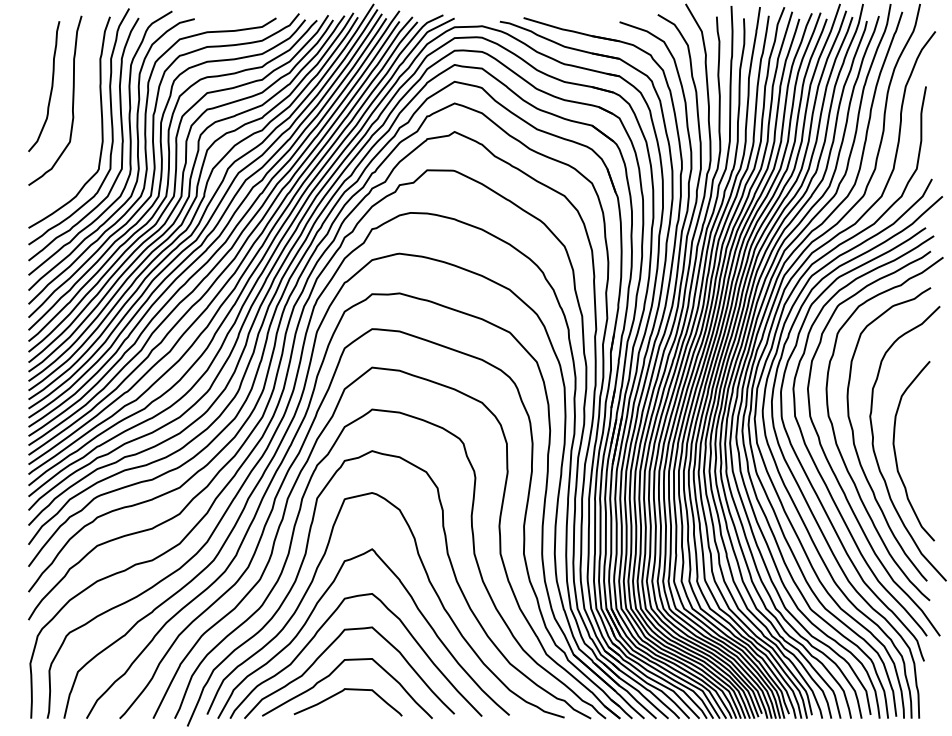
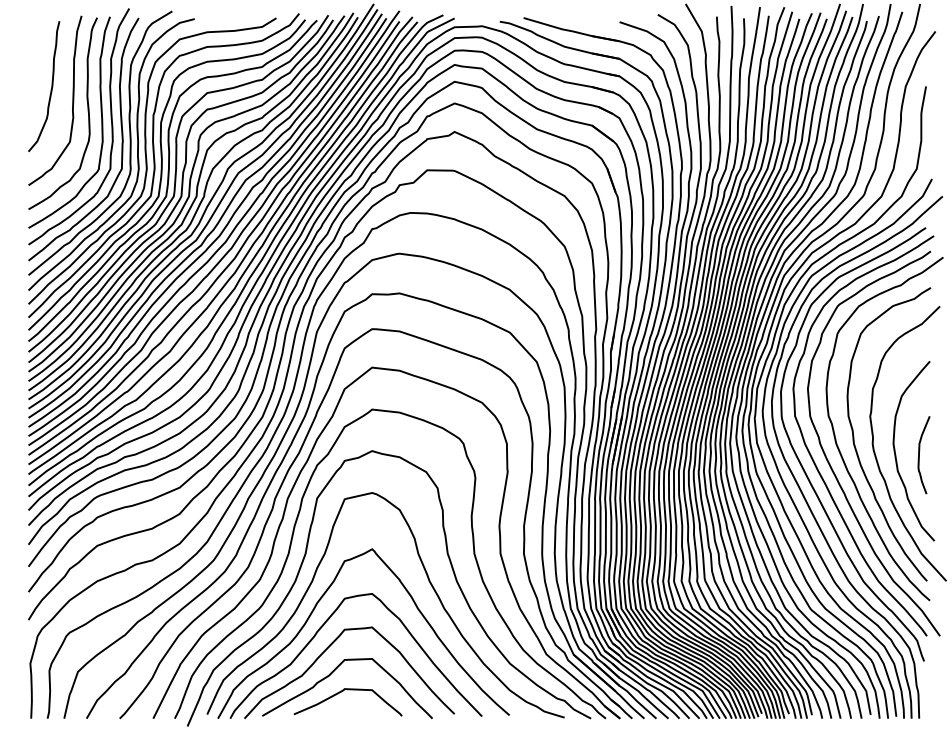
curve at (87, 111): none -> present
curve at (919, 455): none -> present
